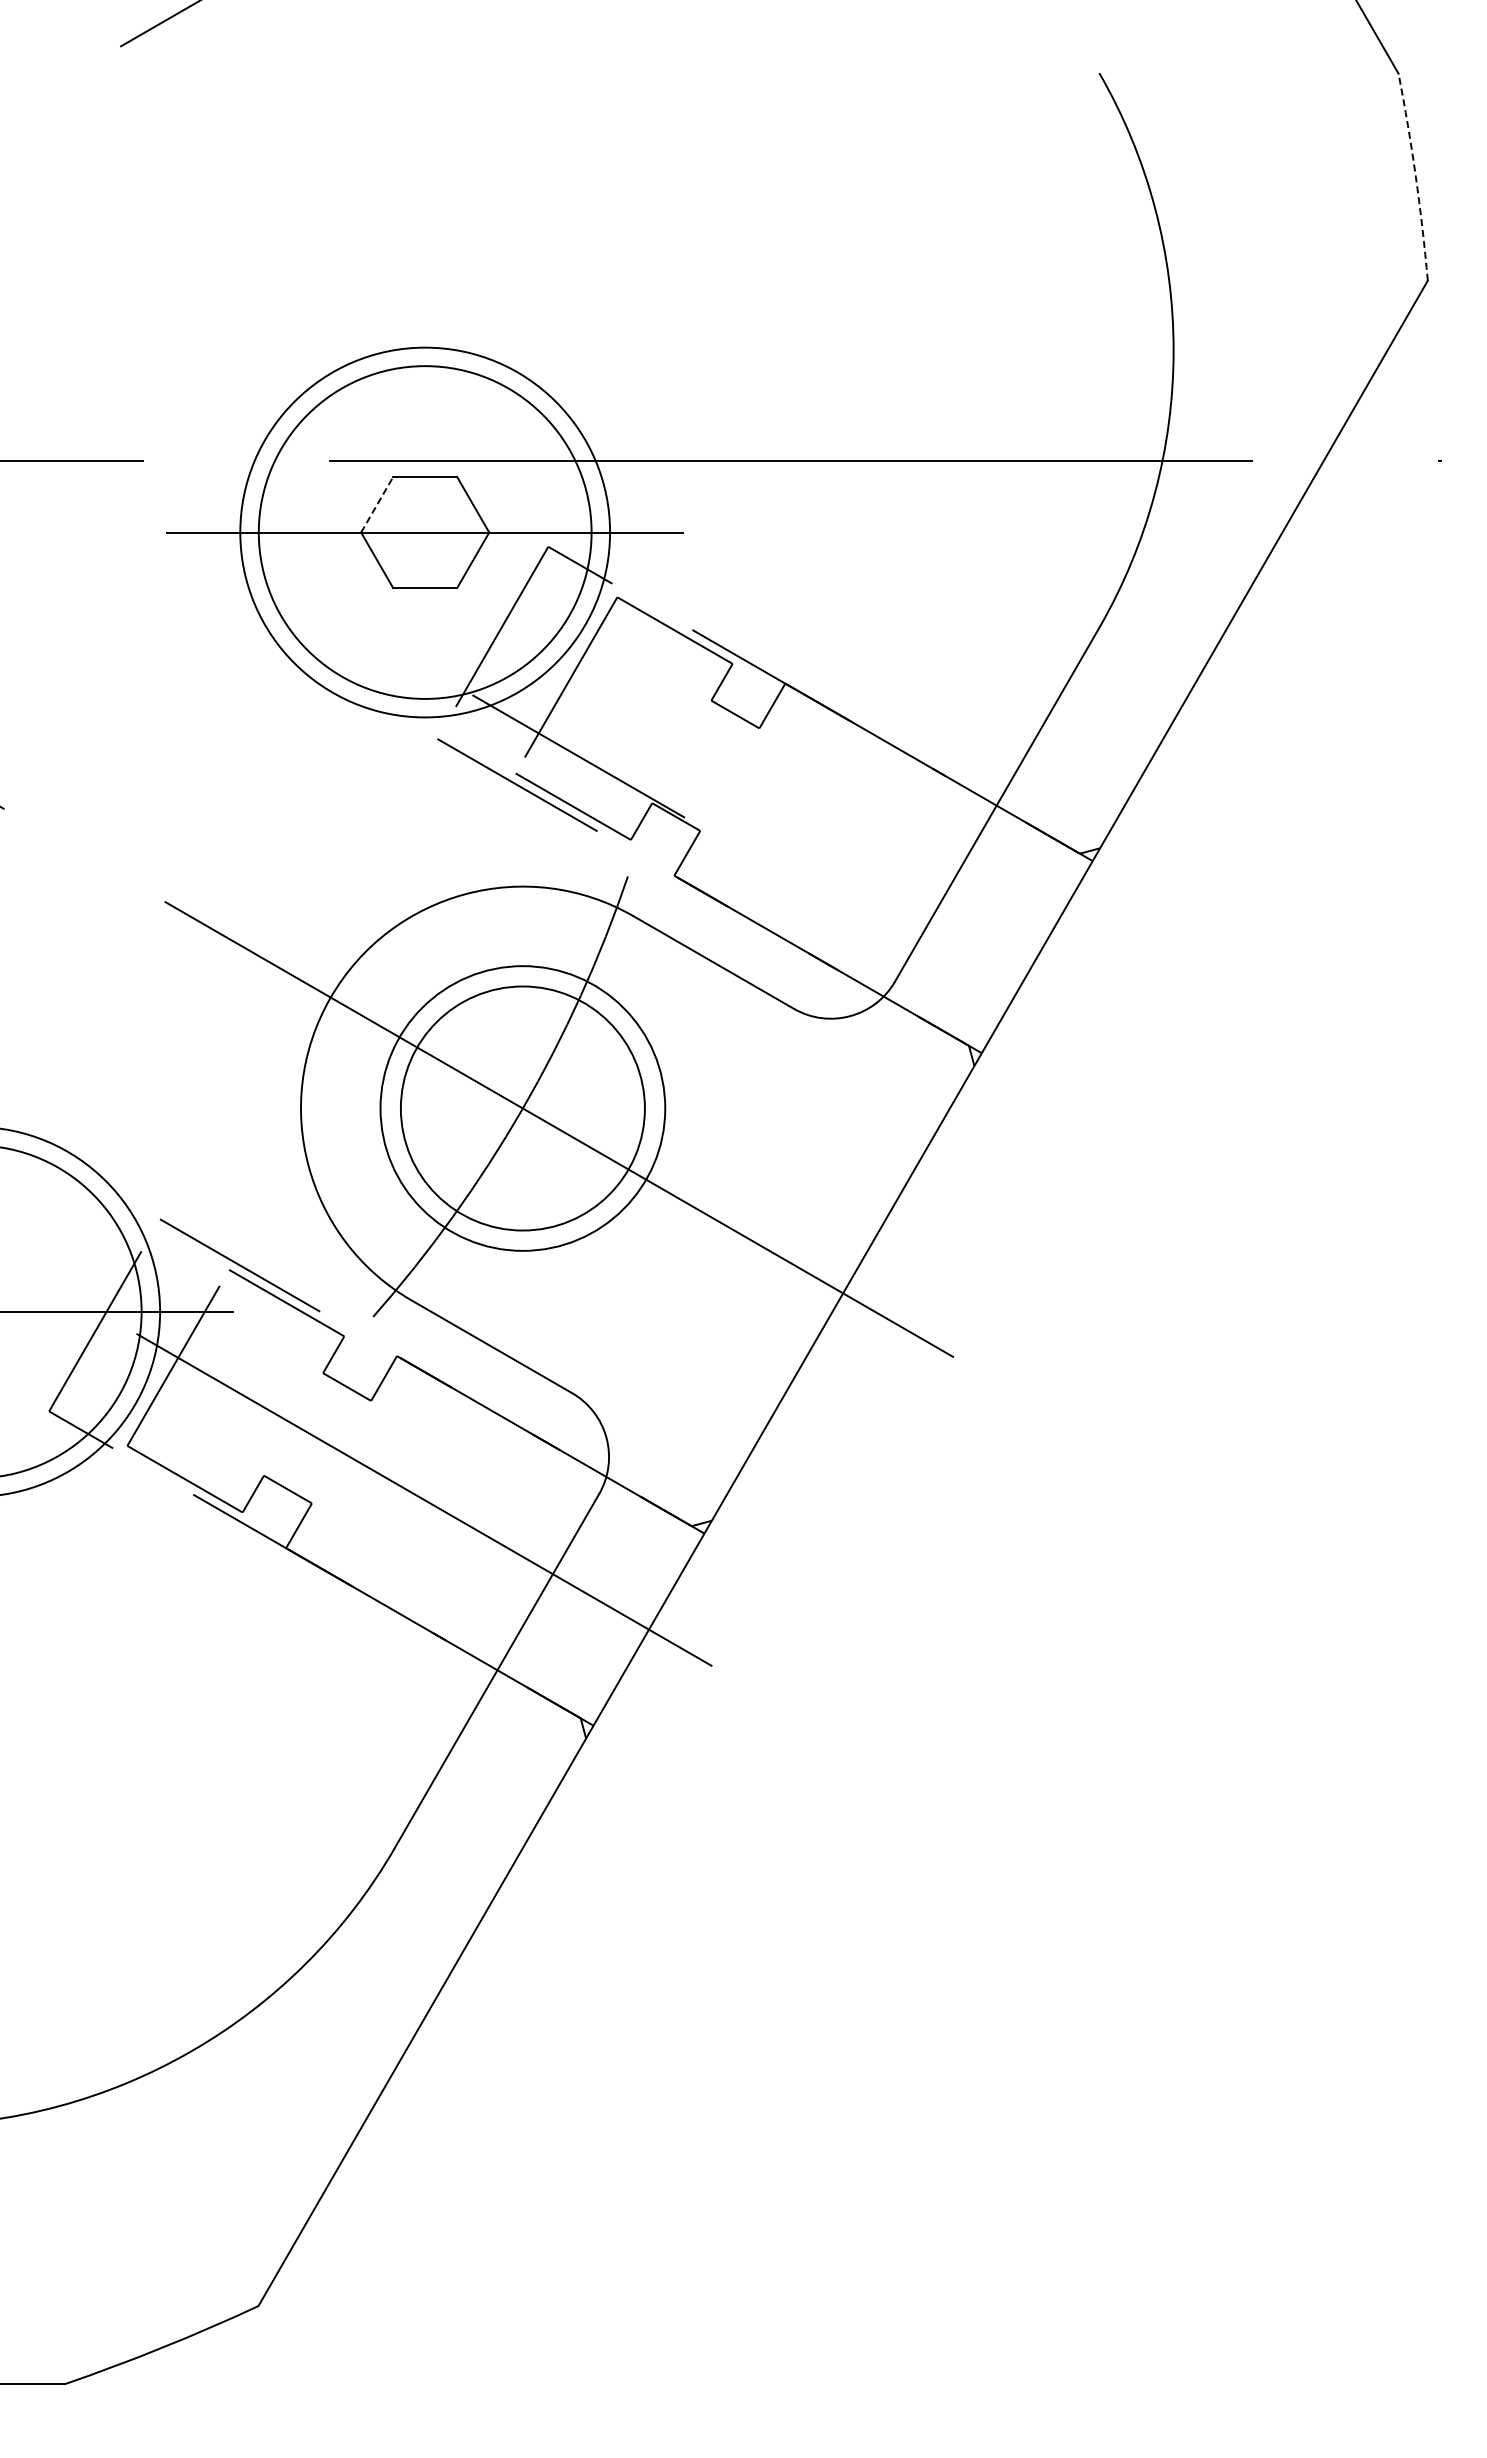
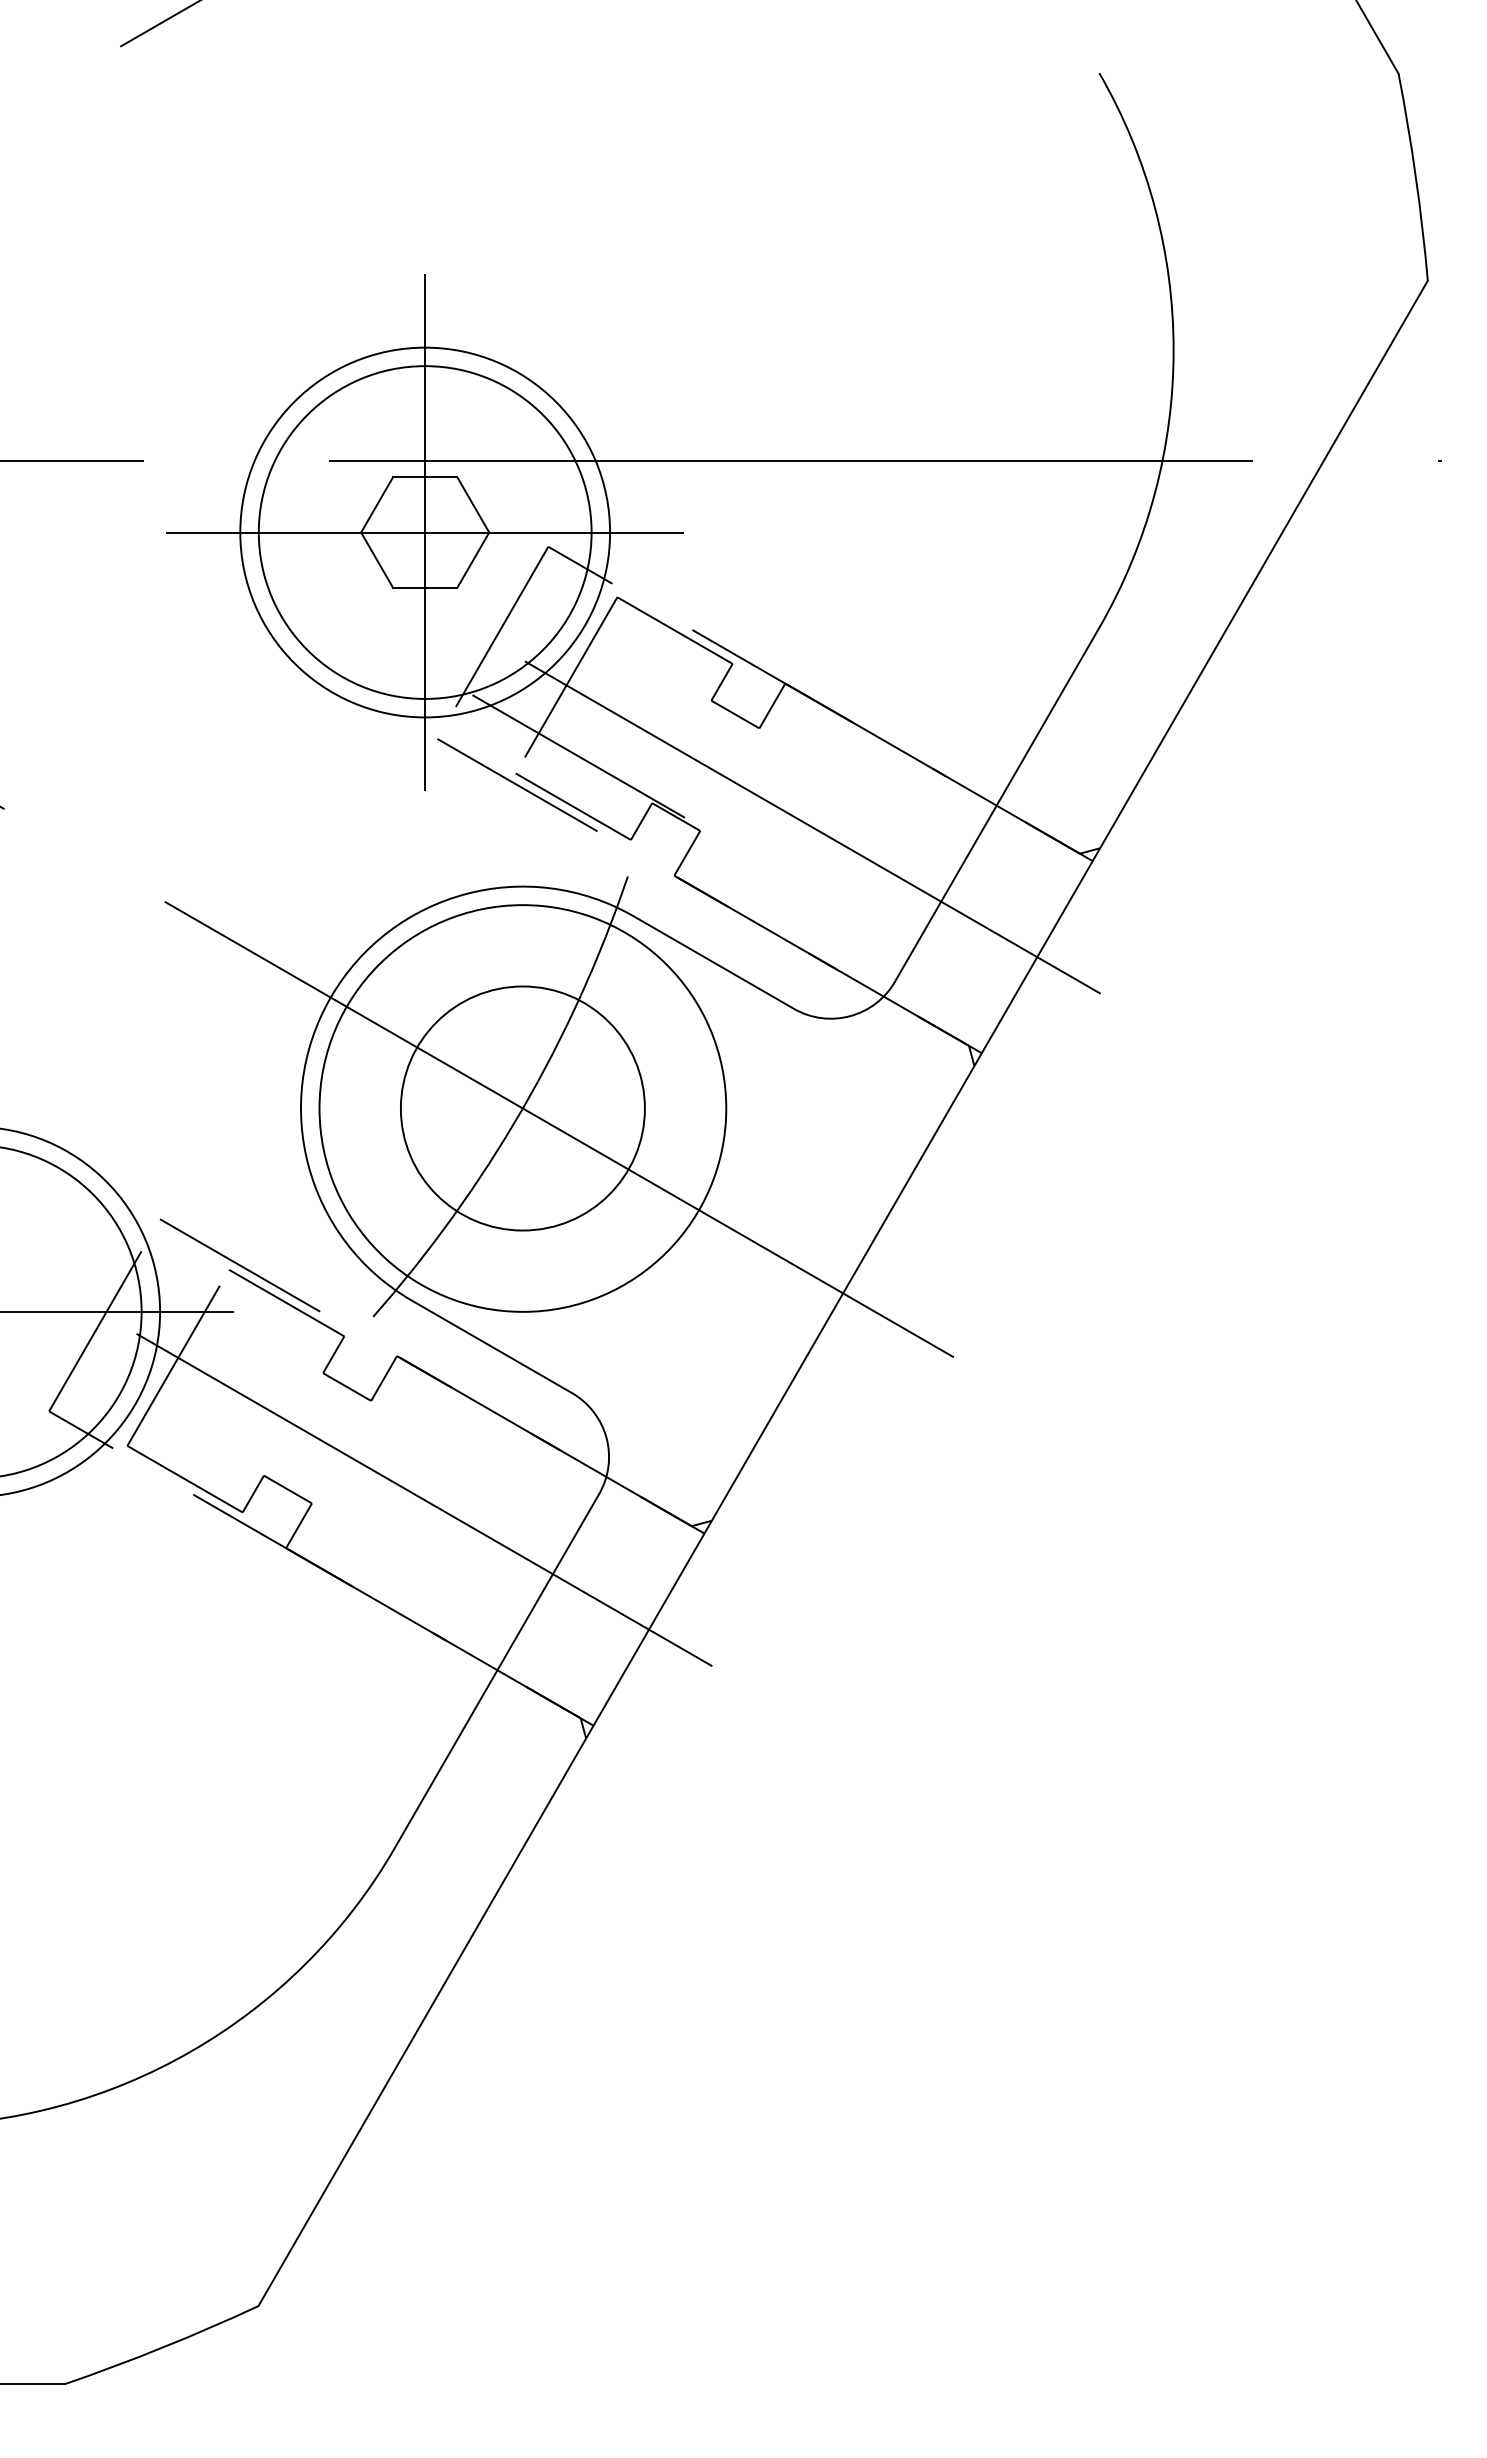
arc at (1415, 176): dashed -> solid
line at (377, 504): dashed -> solid
line at (425, 532): none -> present
line at (812, 827): none -> present
circle at (522, 1108) diameter: 285 px -> 407 px
